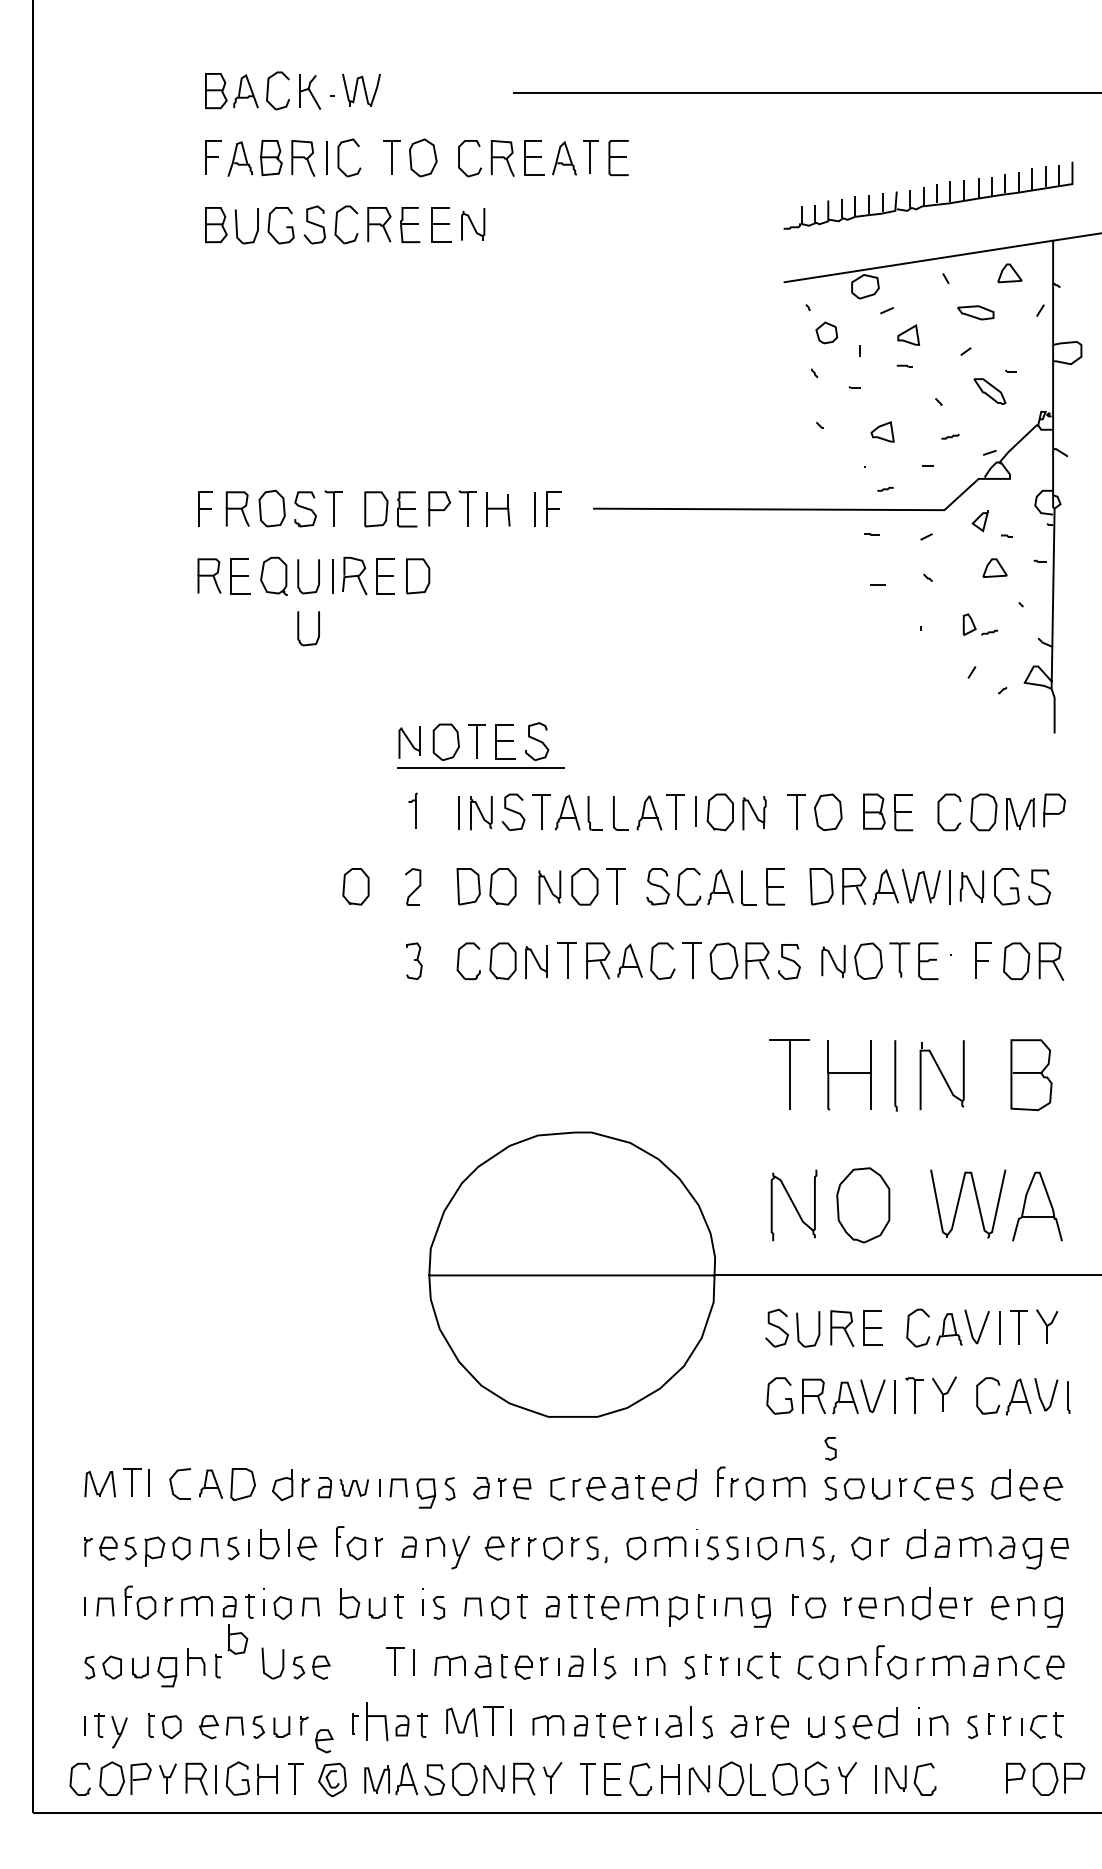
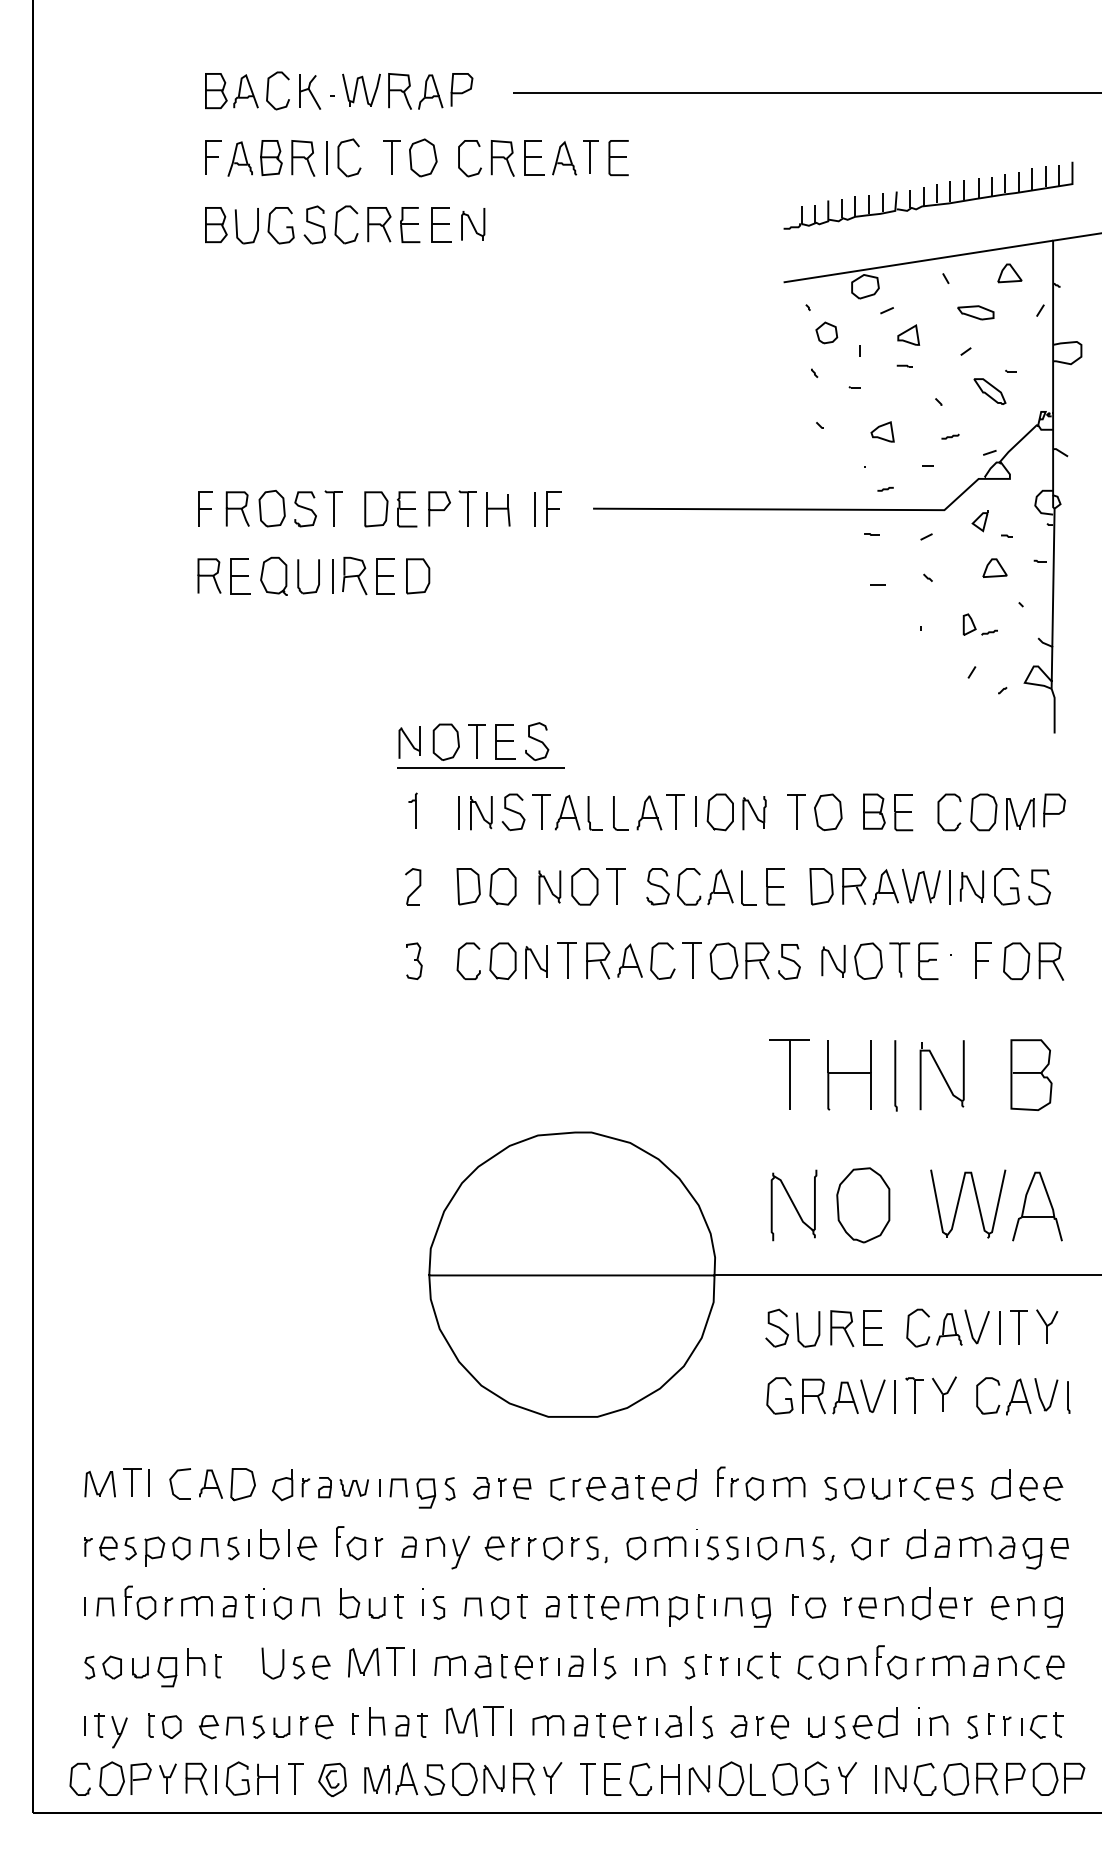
part at (430, 91): none -> present
part at (299, 628): present -> none
curve at (345, 883): present -> none
part at (830, 1448): present -> none
part at (237, 1639): present -> none
part at (363, 1662): none -> present
part at (377, 1721) size: 23x39 px -> 17x29 px
curve at (324, 1740) position: (324, 1740) -> (324, 1726)
part at (970, 1778): none -> present
